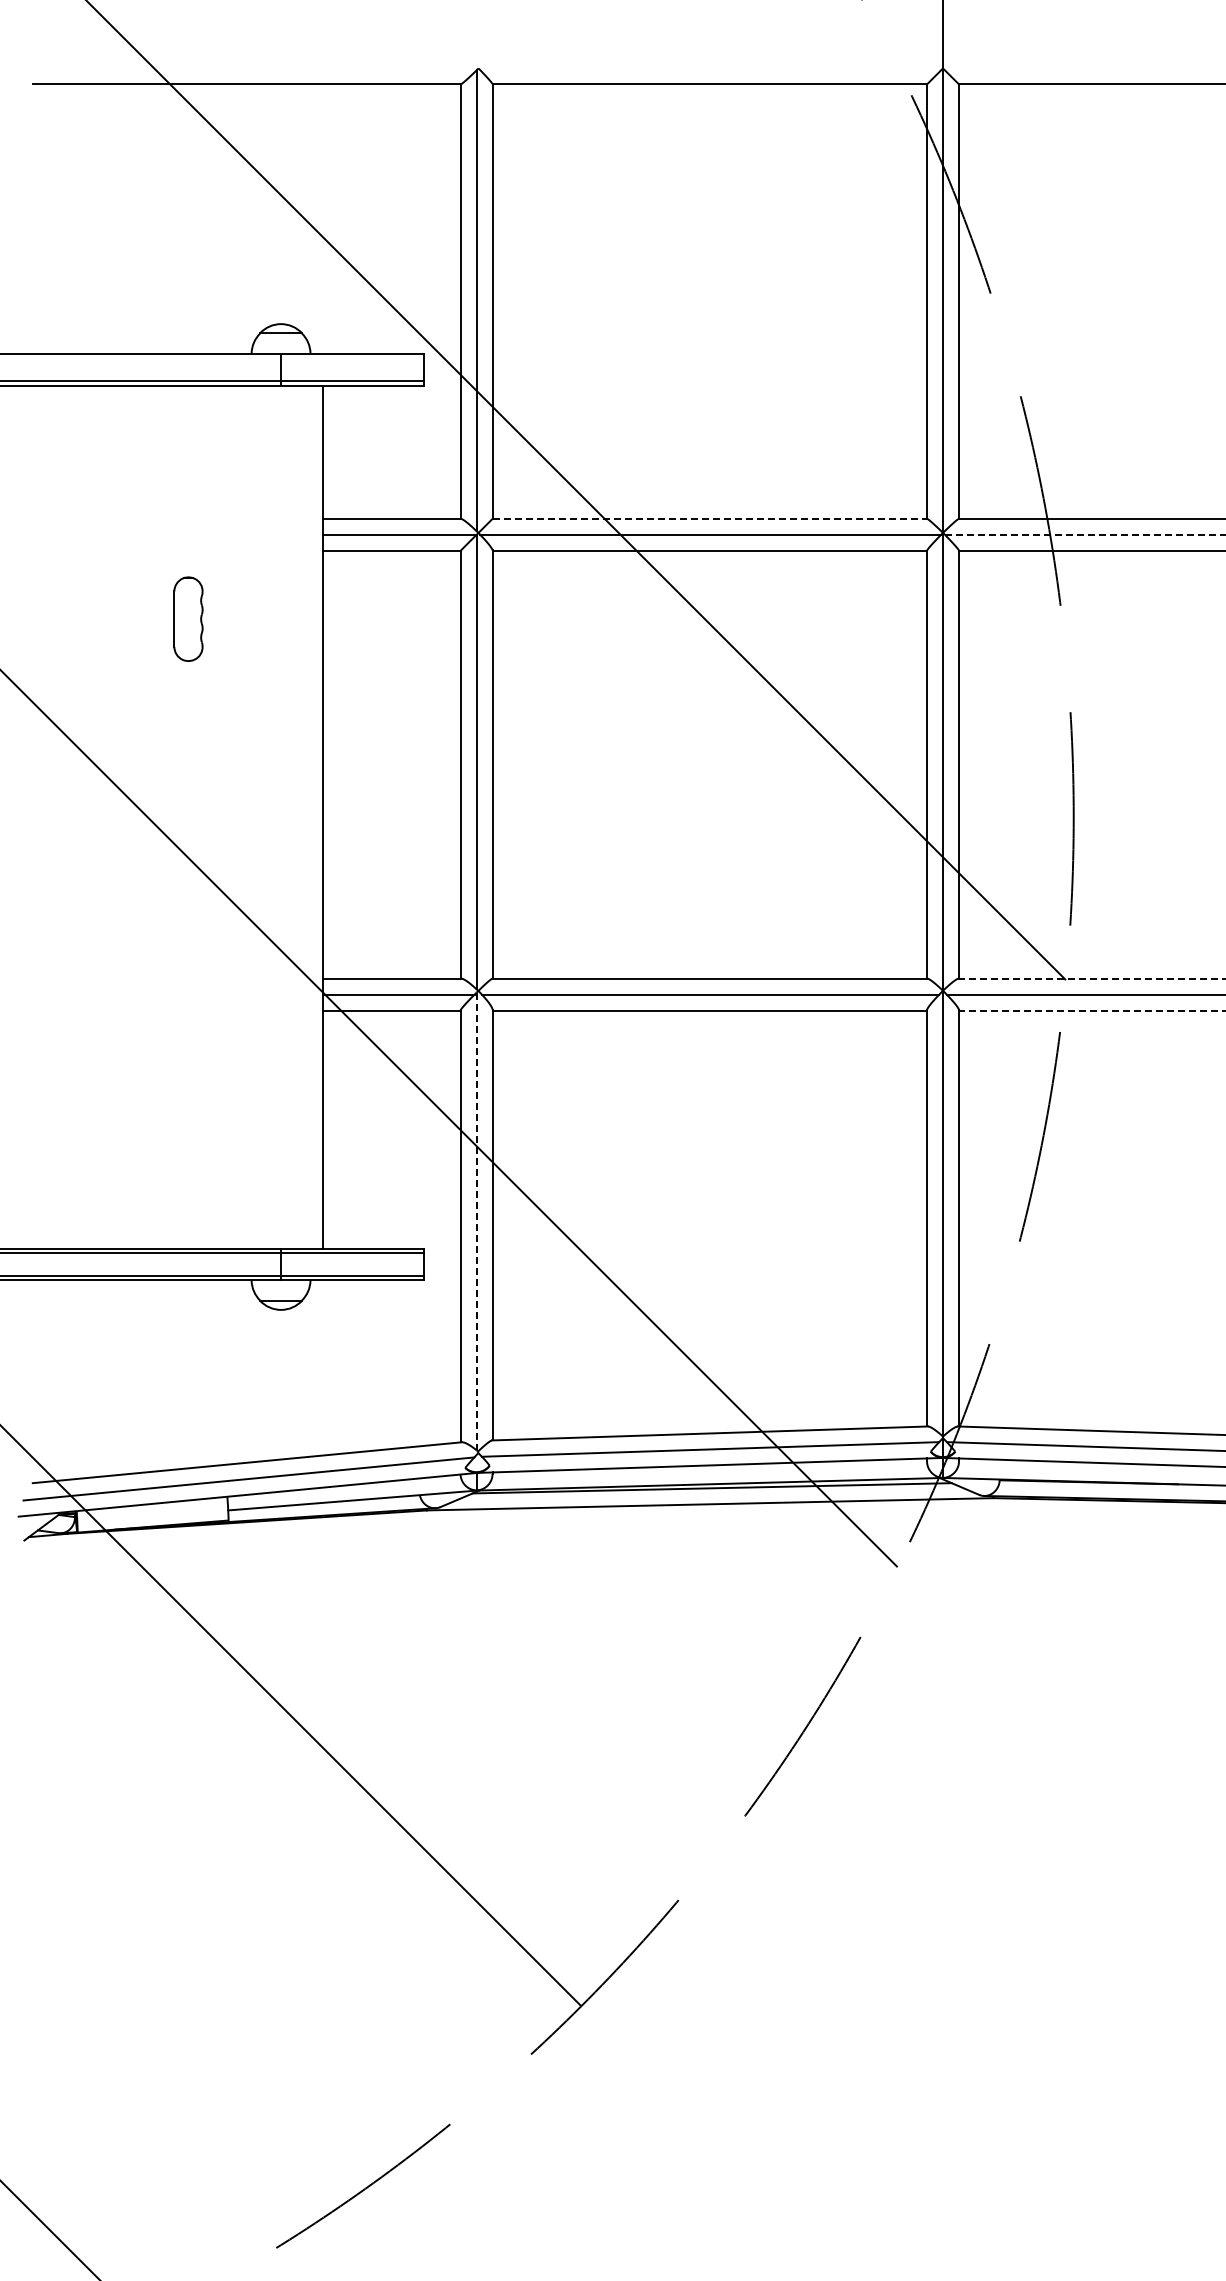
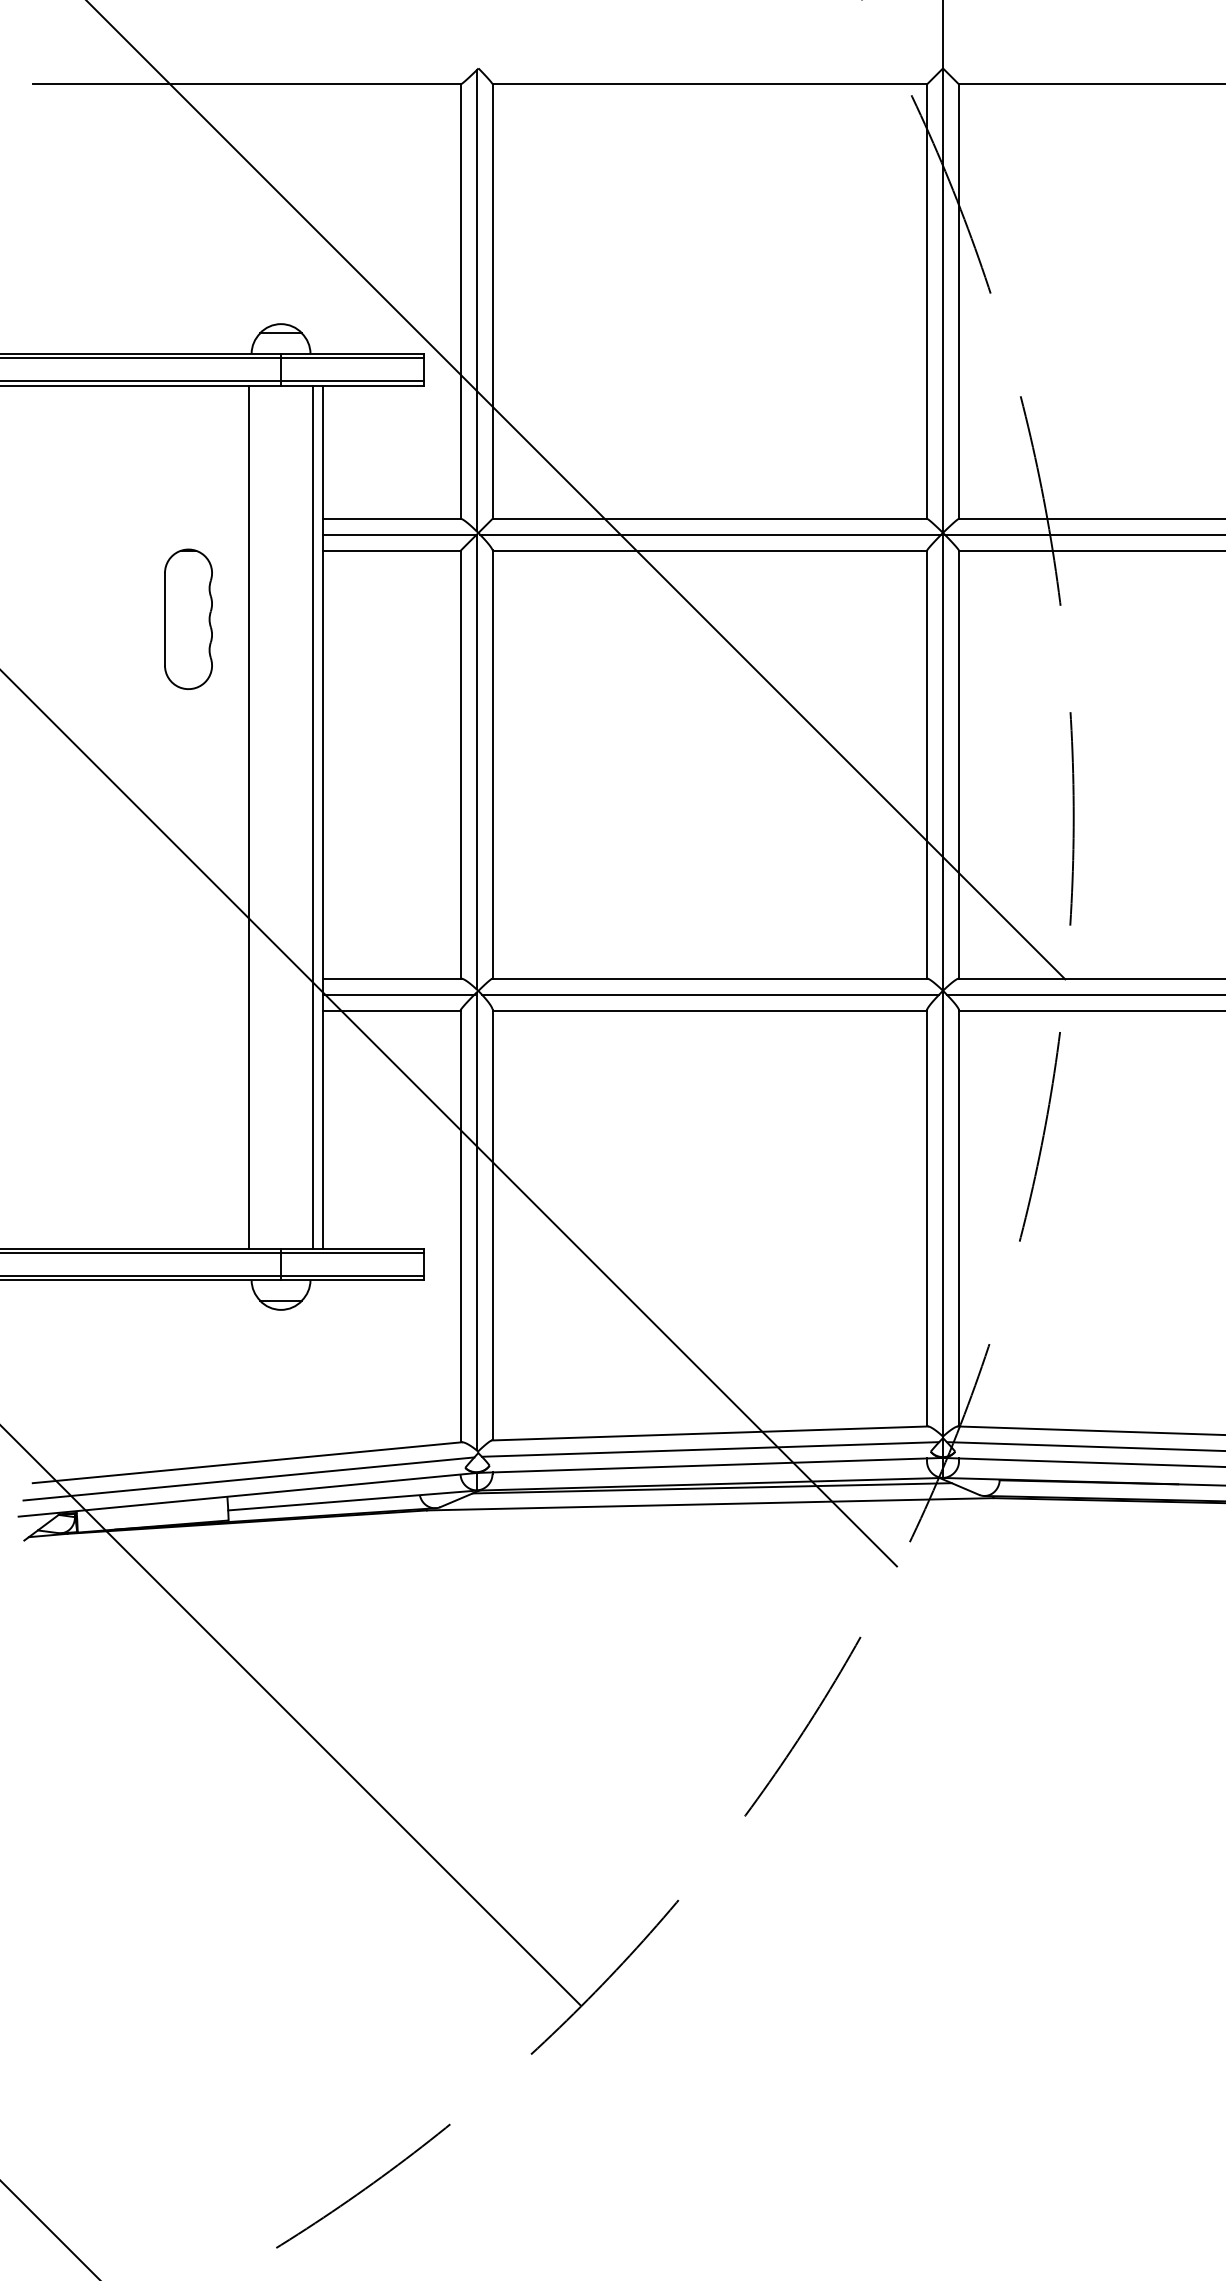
line at (213, 357): none -> present
line at (710, 518): dashed -> solid
line at (1085, 534): dashed -> solid
part at (188, 618) size: 31x86 px -> 49x142 px
line at (249, 816): none -> present
line at (313, 816): none -> present
line at (1091, 978): dashed -> solid
line at (1091, 1010): dashed -> solid
line at (476, 1221): dashed -> solid
